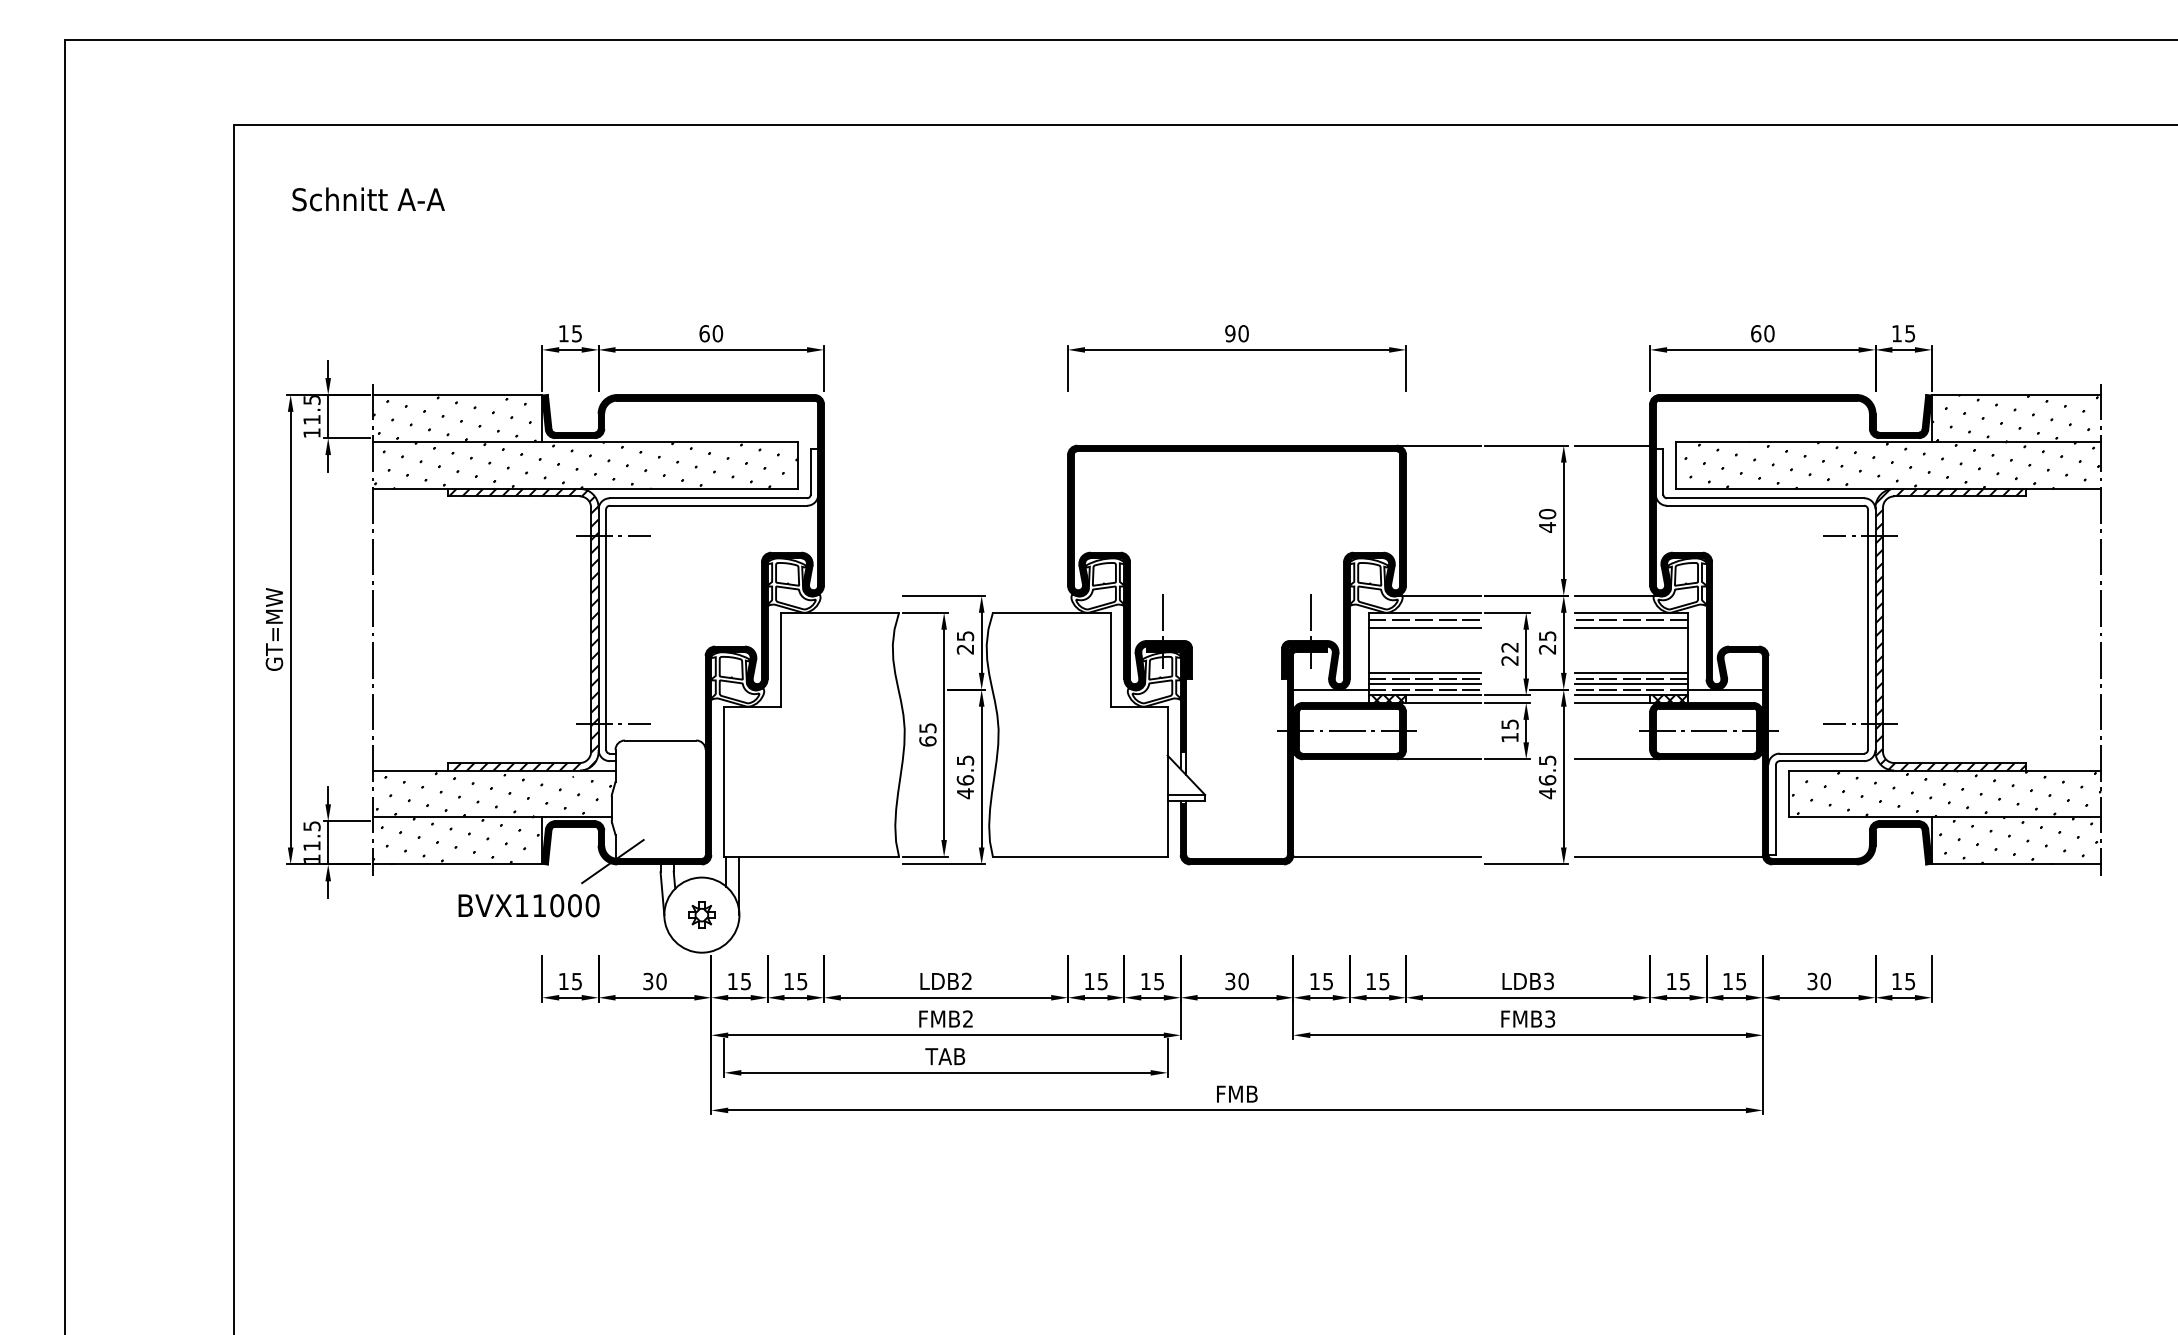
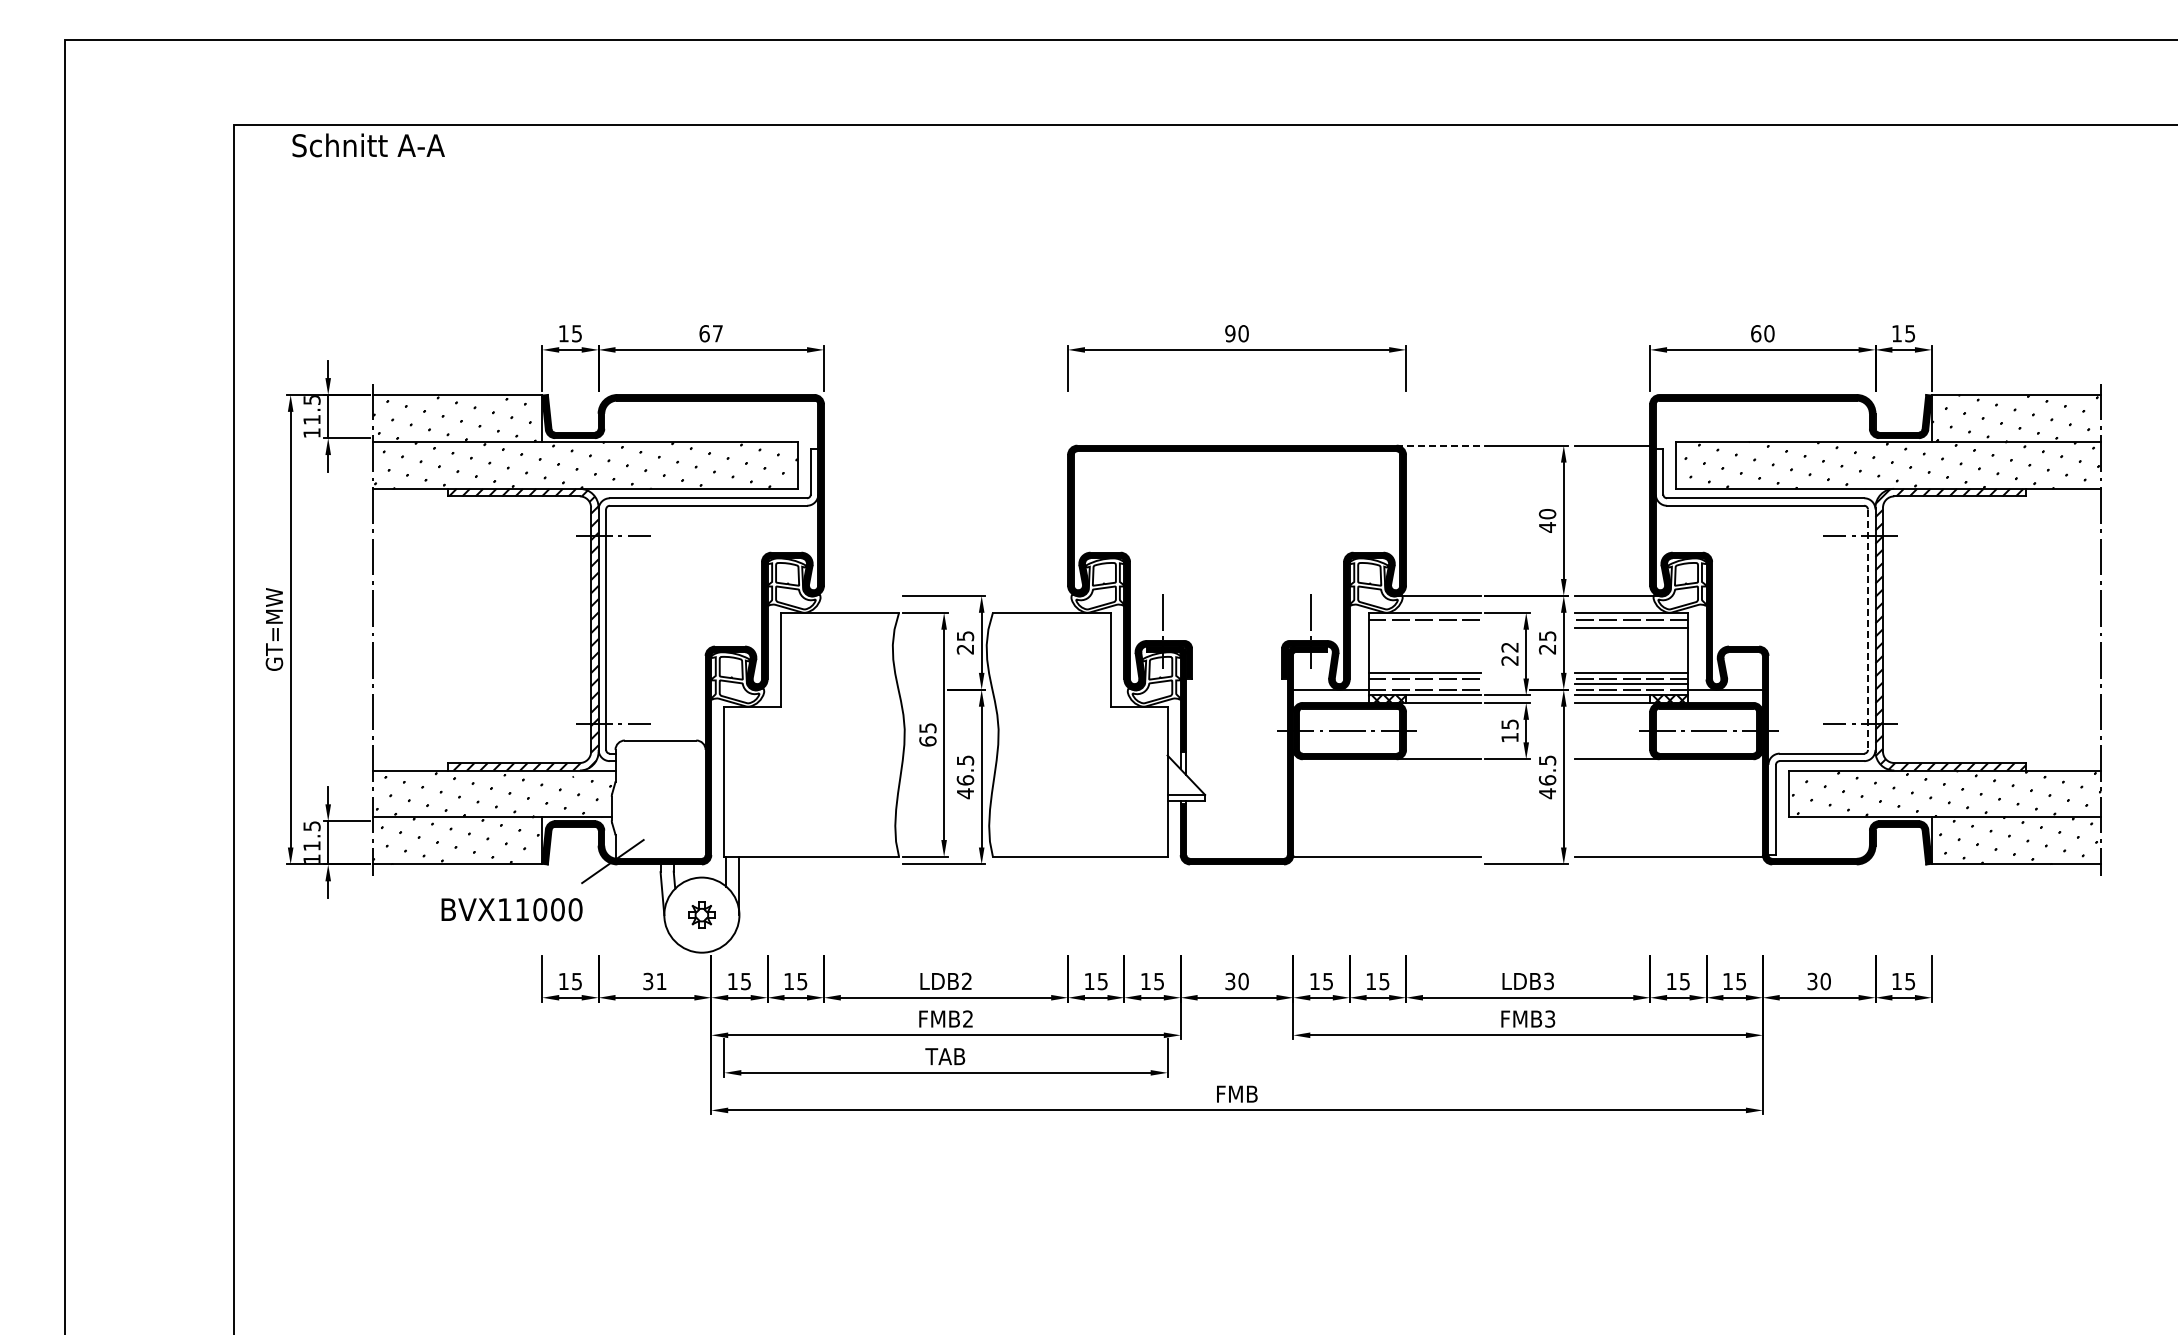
text at (368, 199) position: (368, 199) -> (368, 145)
text at (717, 333): 60 -> 67
line at (1438, 445): solid -> dashed
line at (1424, 627): present -> none
line at (1867, 630): solid -> dashed
line at (1424, 684): present -> none
text at (528, 905) position: (528, 905) -> (511, 909)
text at (661, 981): 30 -> 31
